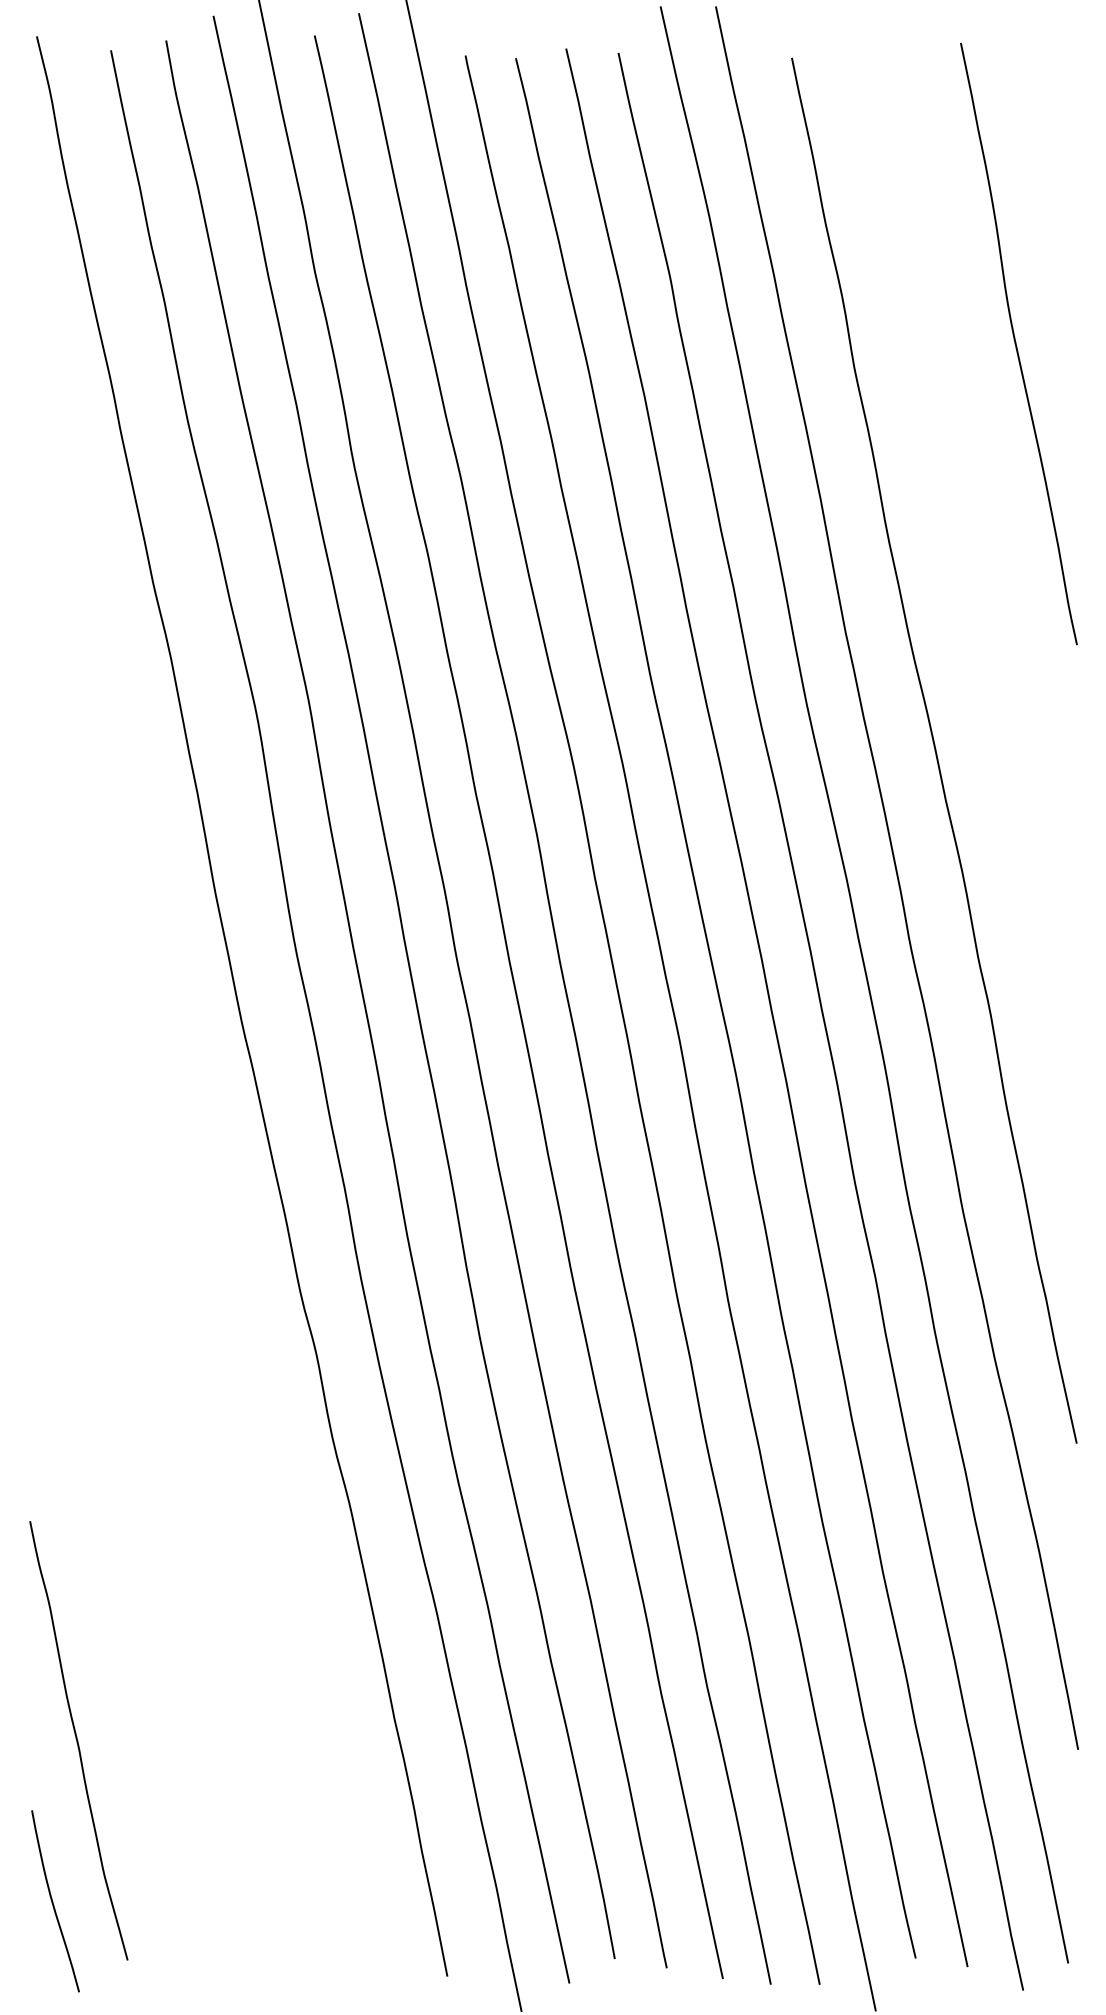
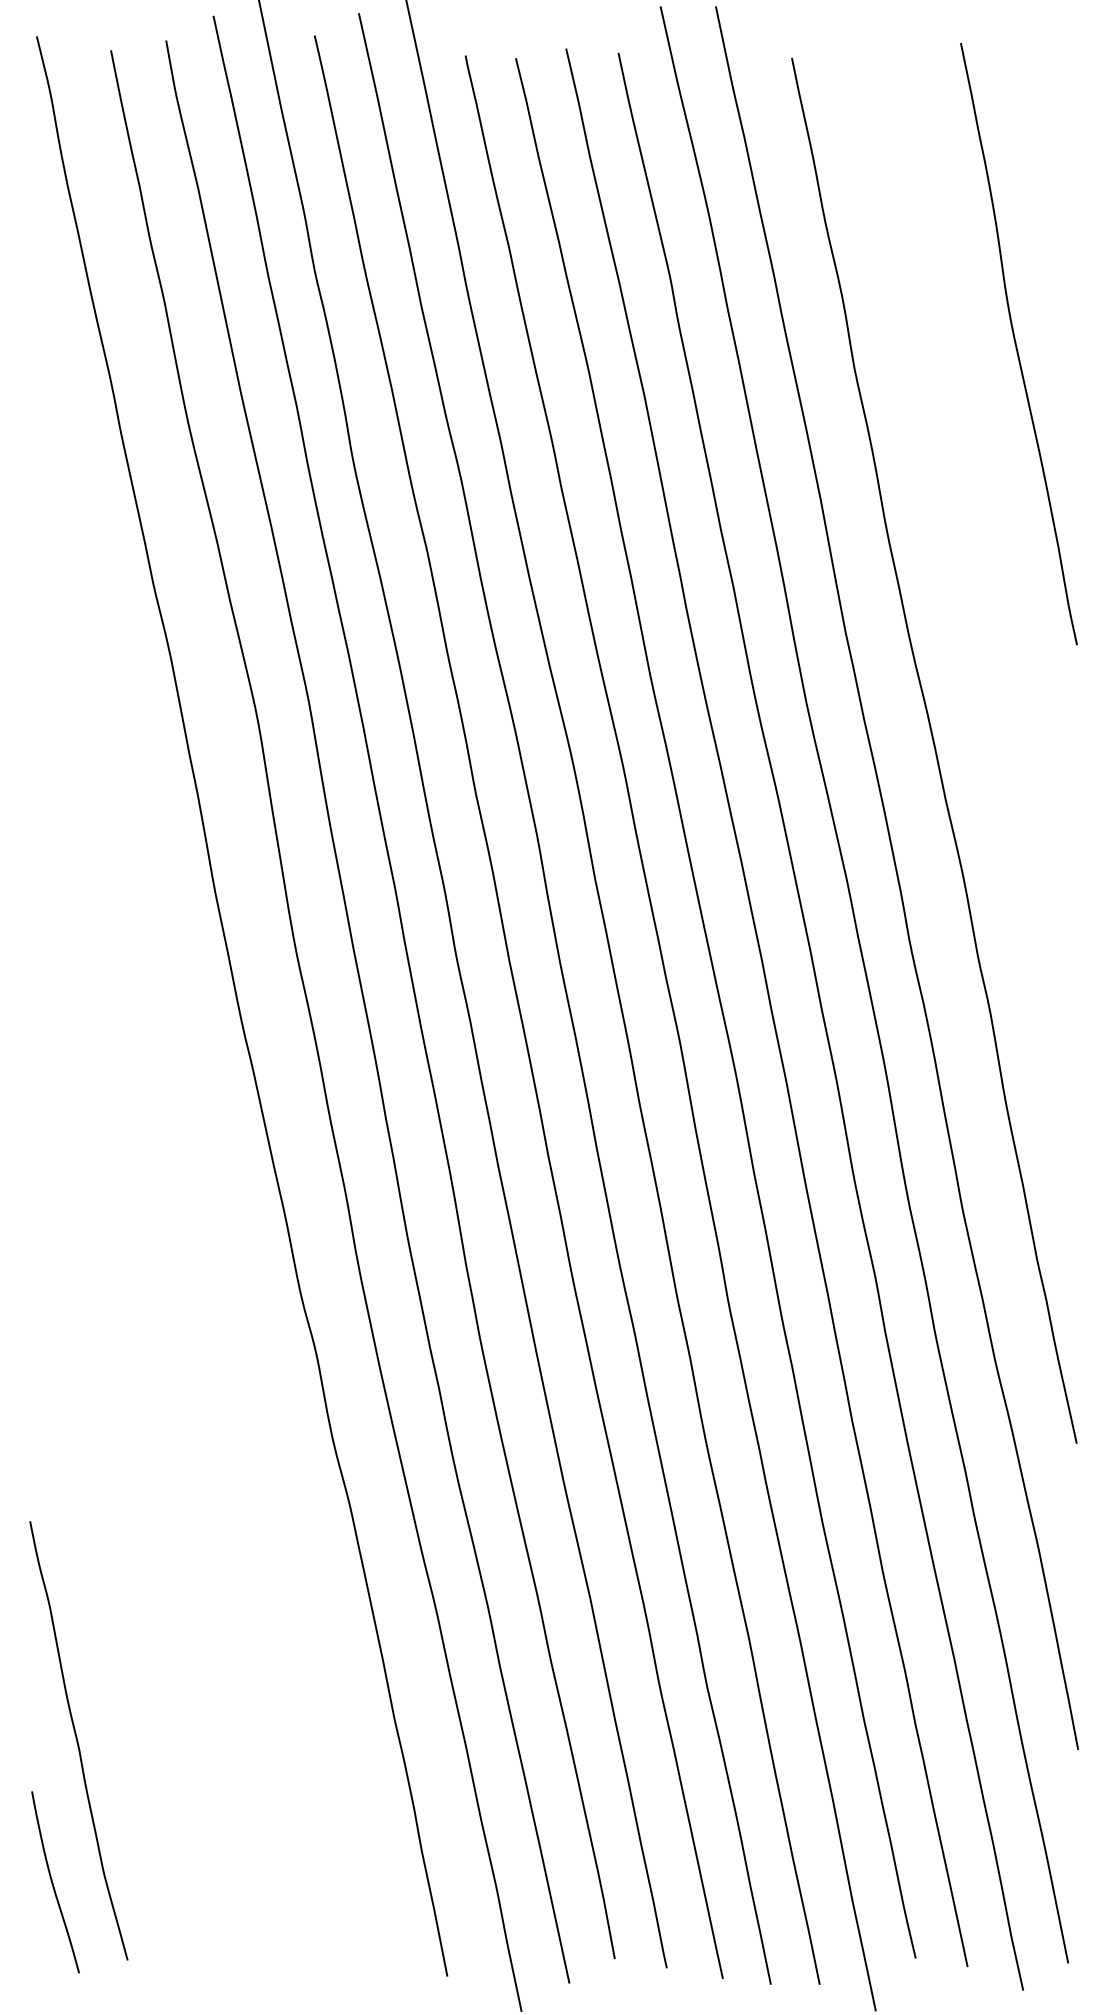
curve at (53, 1901) position: (53, 1901) -> (53, 1882)
